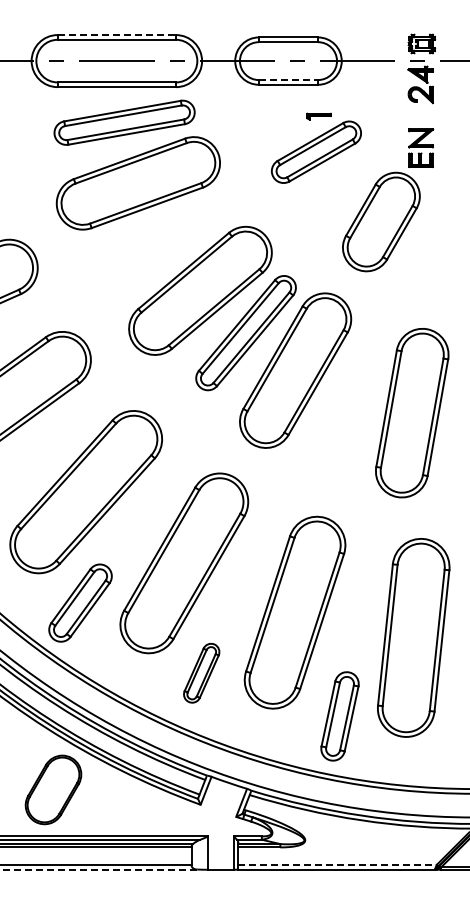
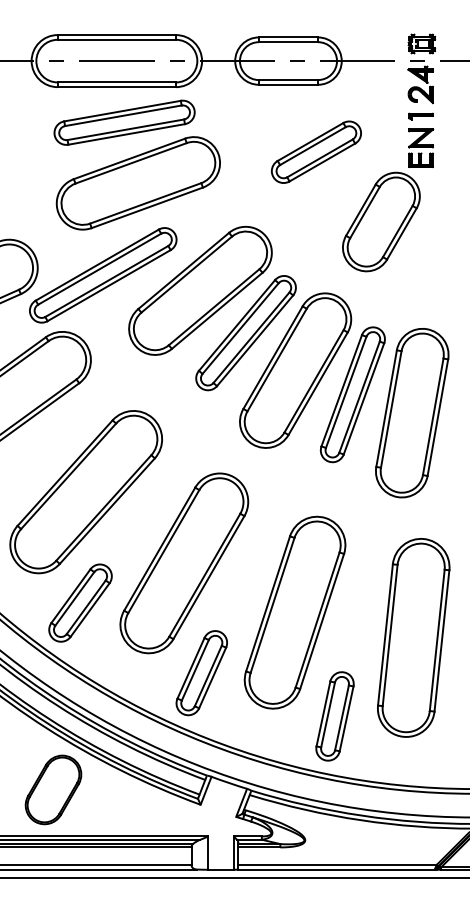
line at (117, 35): dashed -> solid
line at (288, 80): dashed -> solid
part at (318, 116) position: (318, 116) -> (420, 116)
part at (103, 275): none -> present
part at (352, 394): none -> present
part at (201, 673) size: 38x61 px -> 53x87 px
part at (339, 716) position: (339, 716) -> (334, 716)
line at (338, 864): dashed -> solid
line at (98, 869): dashed -> solid
line at (234, 877): none -> present
